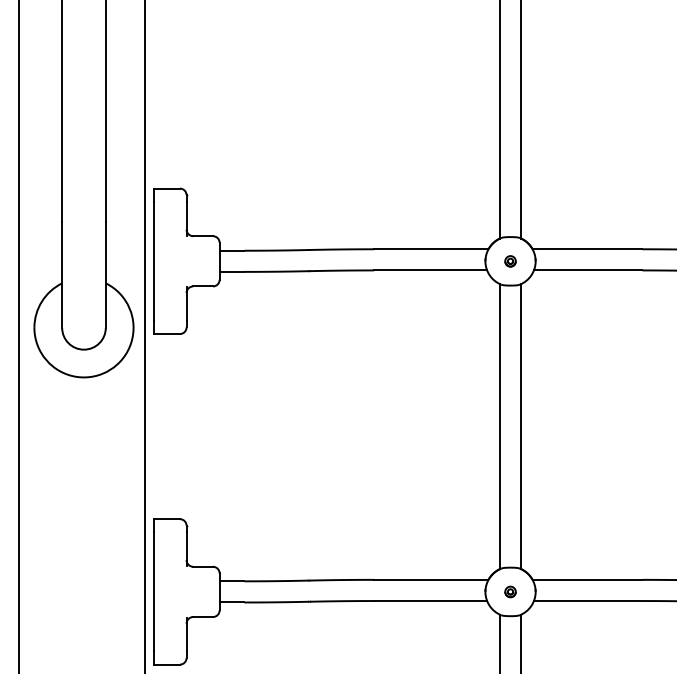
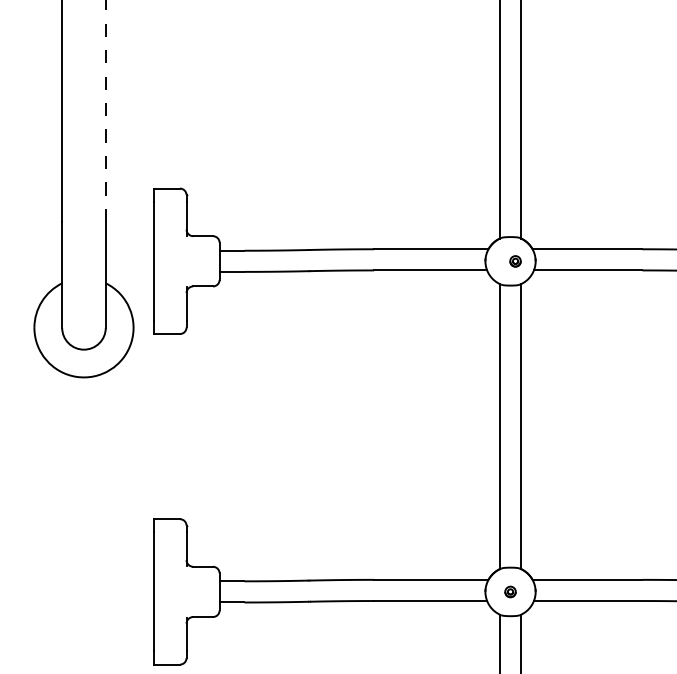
line at (105, 111): solid -> dashed
part at (510, 261) position: (510, 261) -> (515, 261)
line at (19, 336): present -> none
line at (144, 336): present -> none
